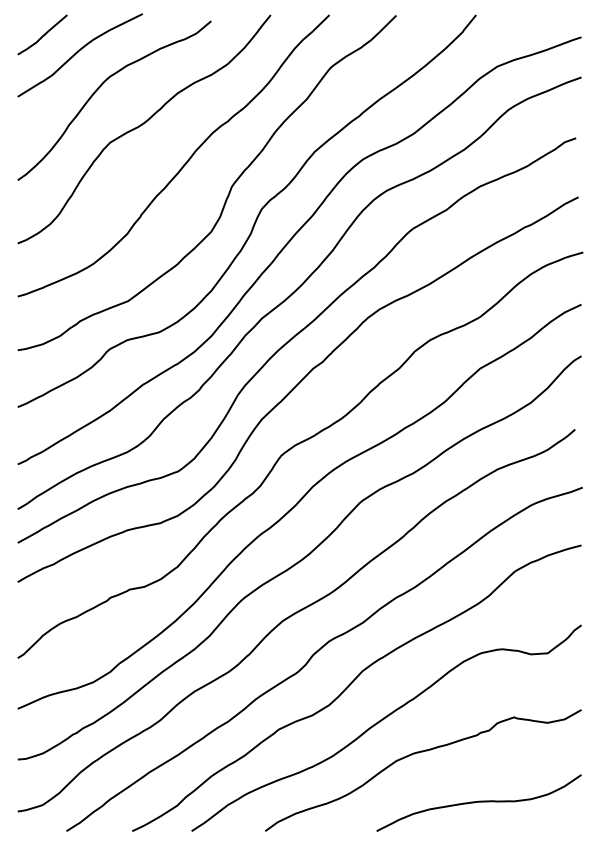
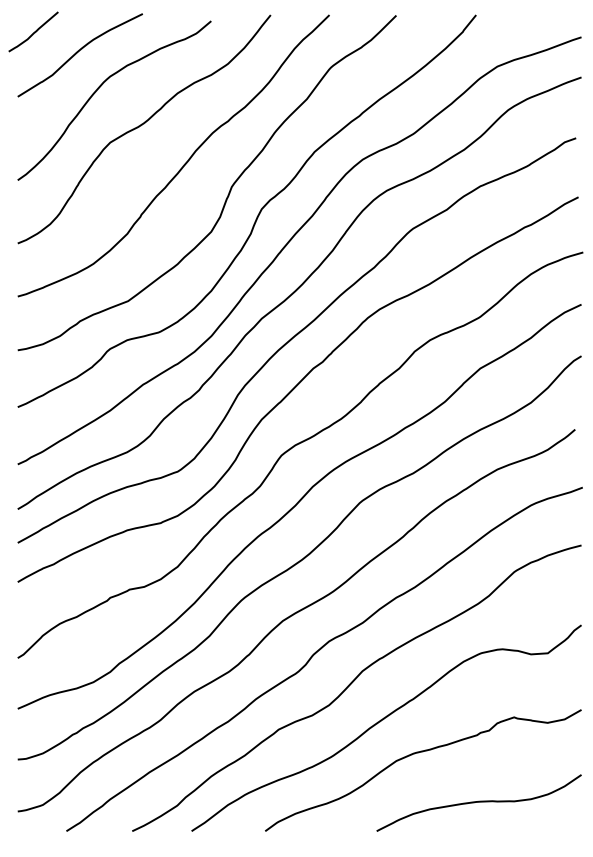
curve at (43, 34) position: (43, 34) -> (34, 31)
